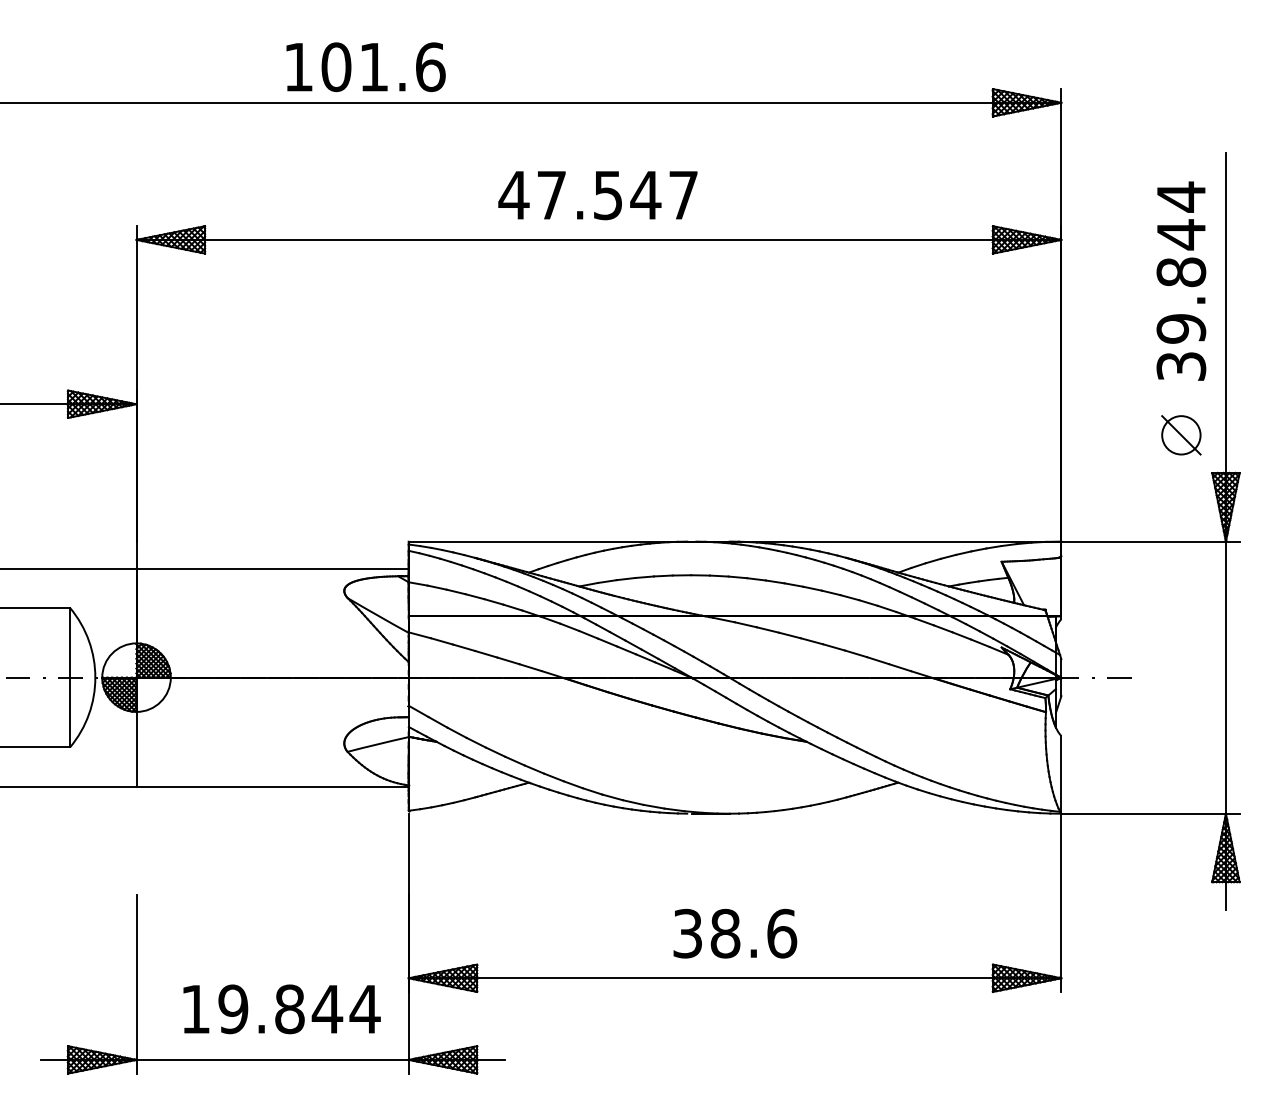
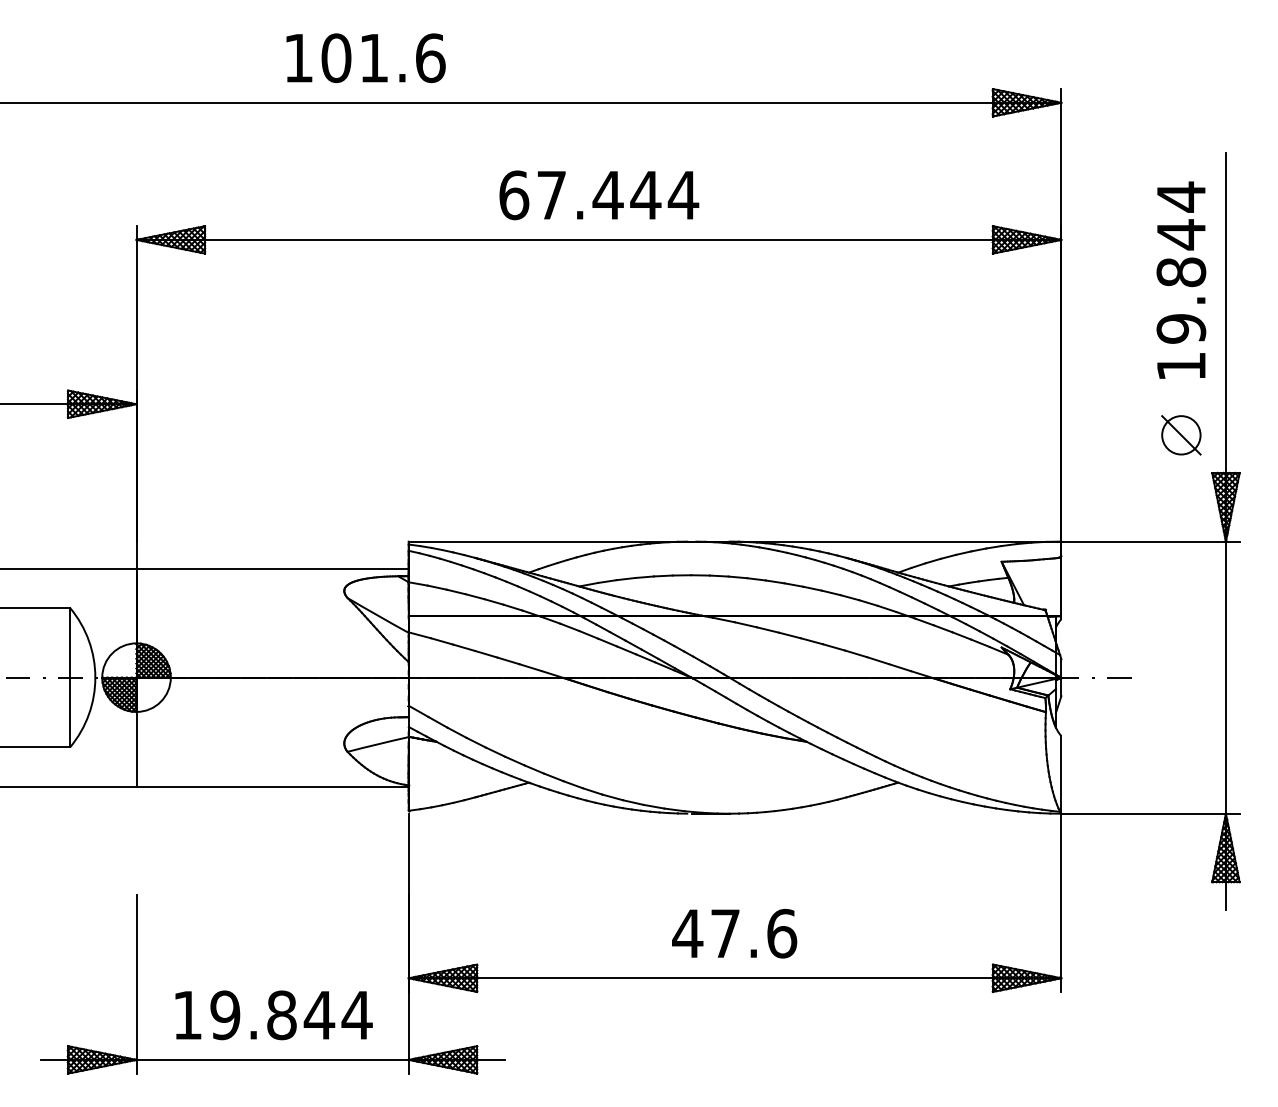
text at (365, 67) position: (365, 67) -> (365, 58)
text at (598, 195): 47.547 -> 67.444
text at (1181, 366): 39.844 -> 19.844
text at (706, 933): 38.6 -> 47.6
text at (281, 1009) position: (281, 1009) -> (273, 1015)
